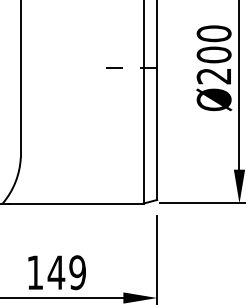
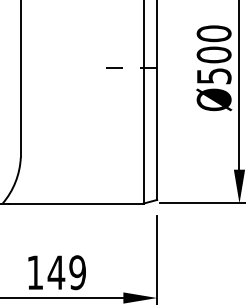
text at (213, 76): Ø200 -> Ø500
